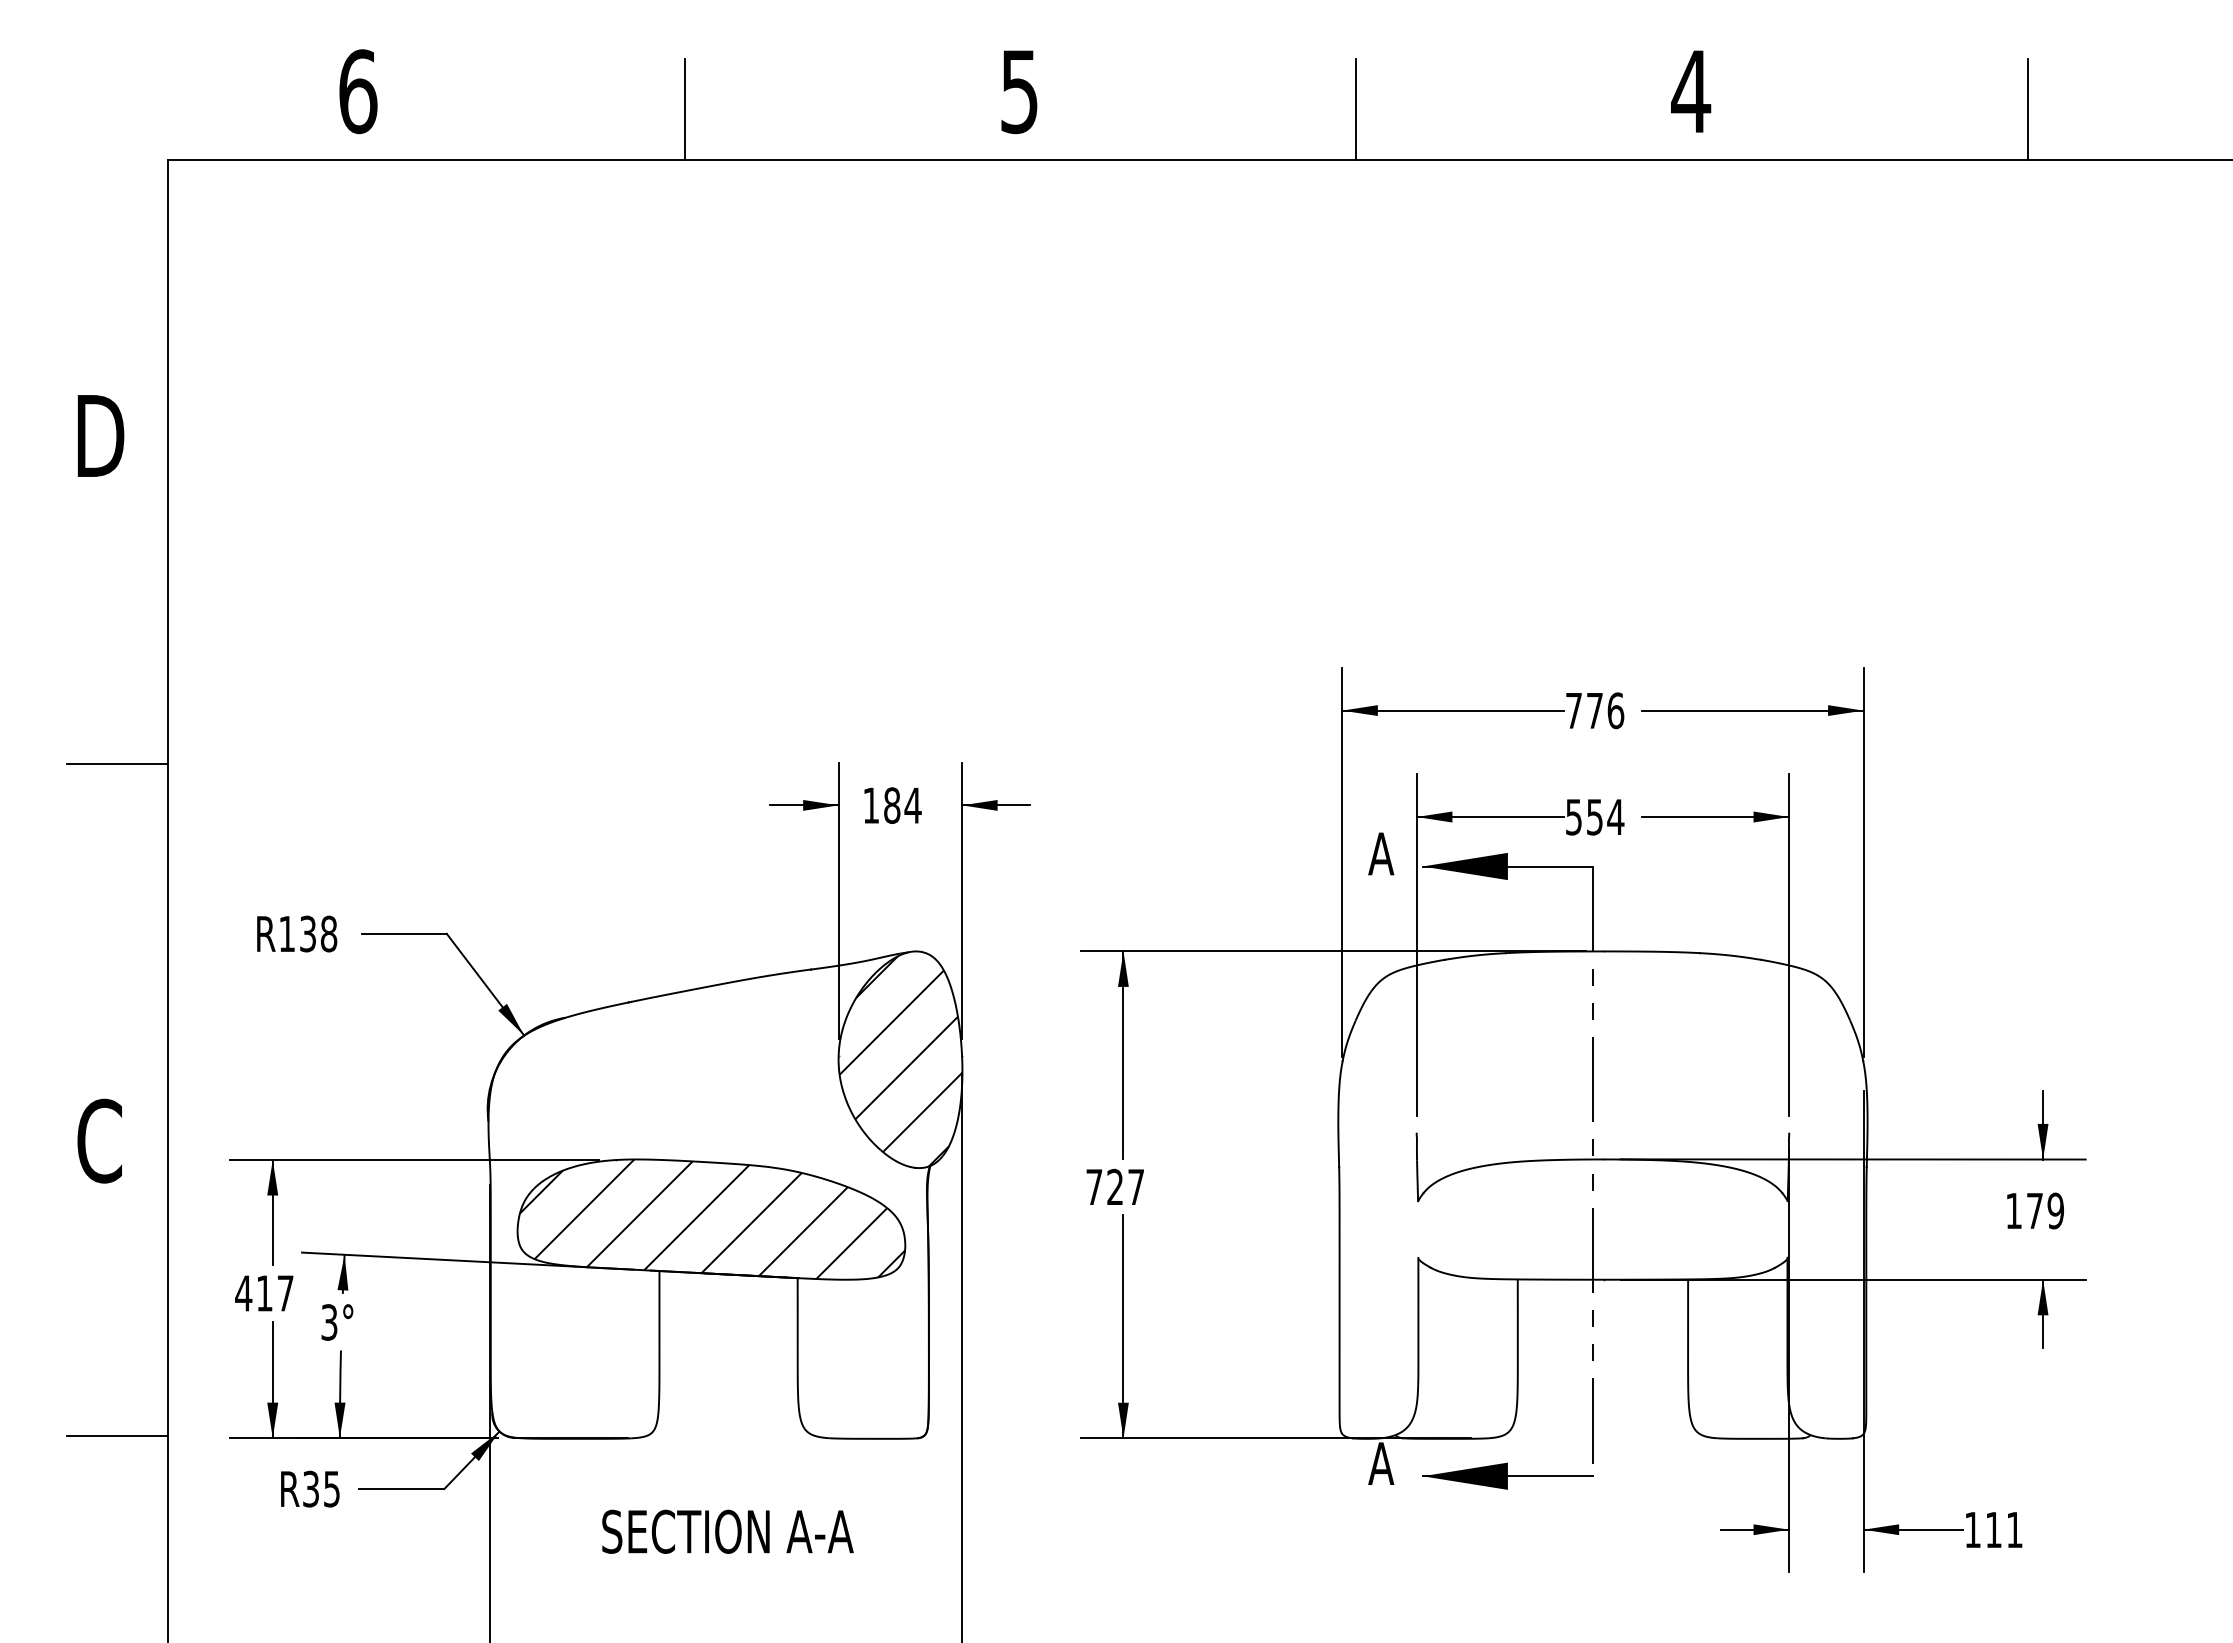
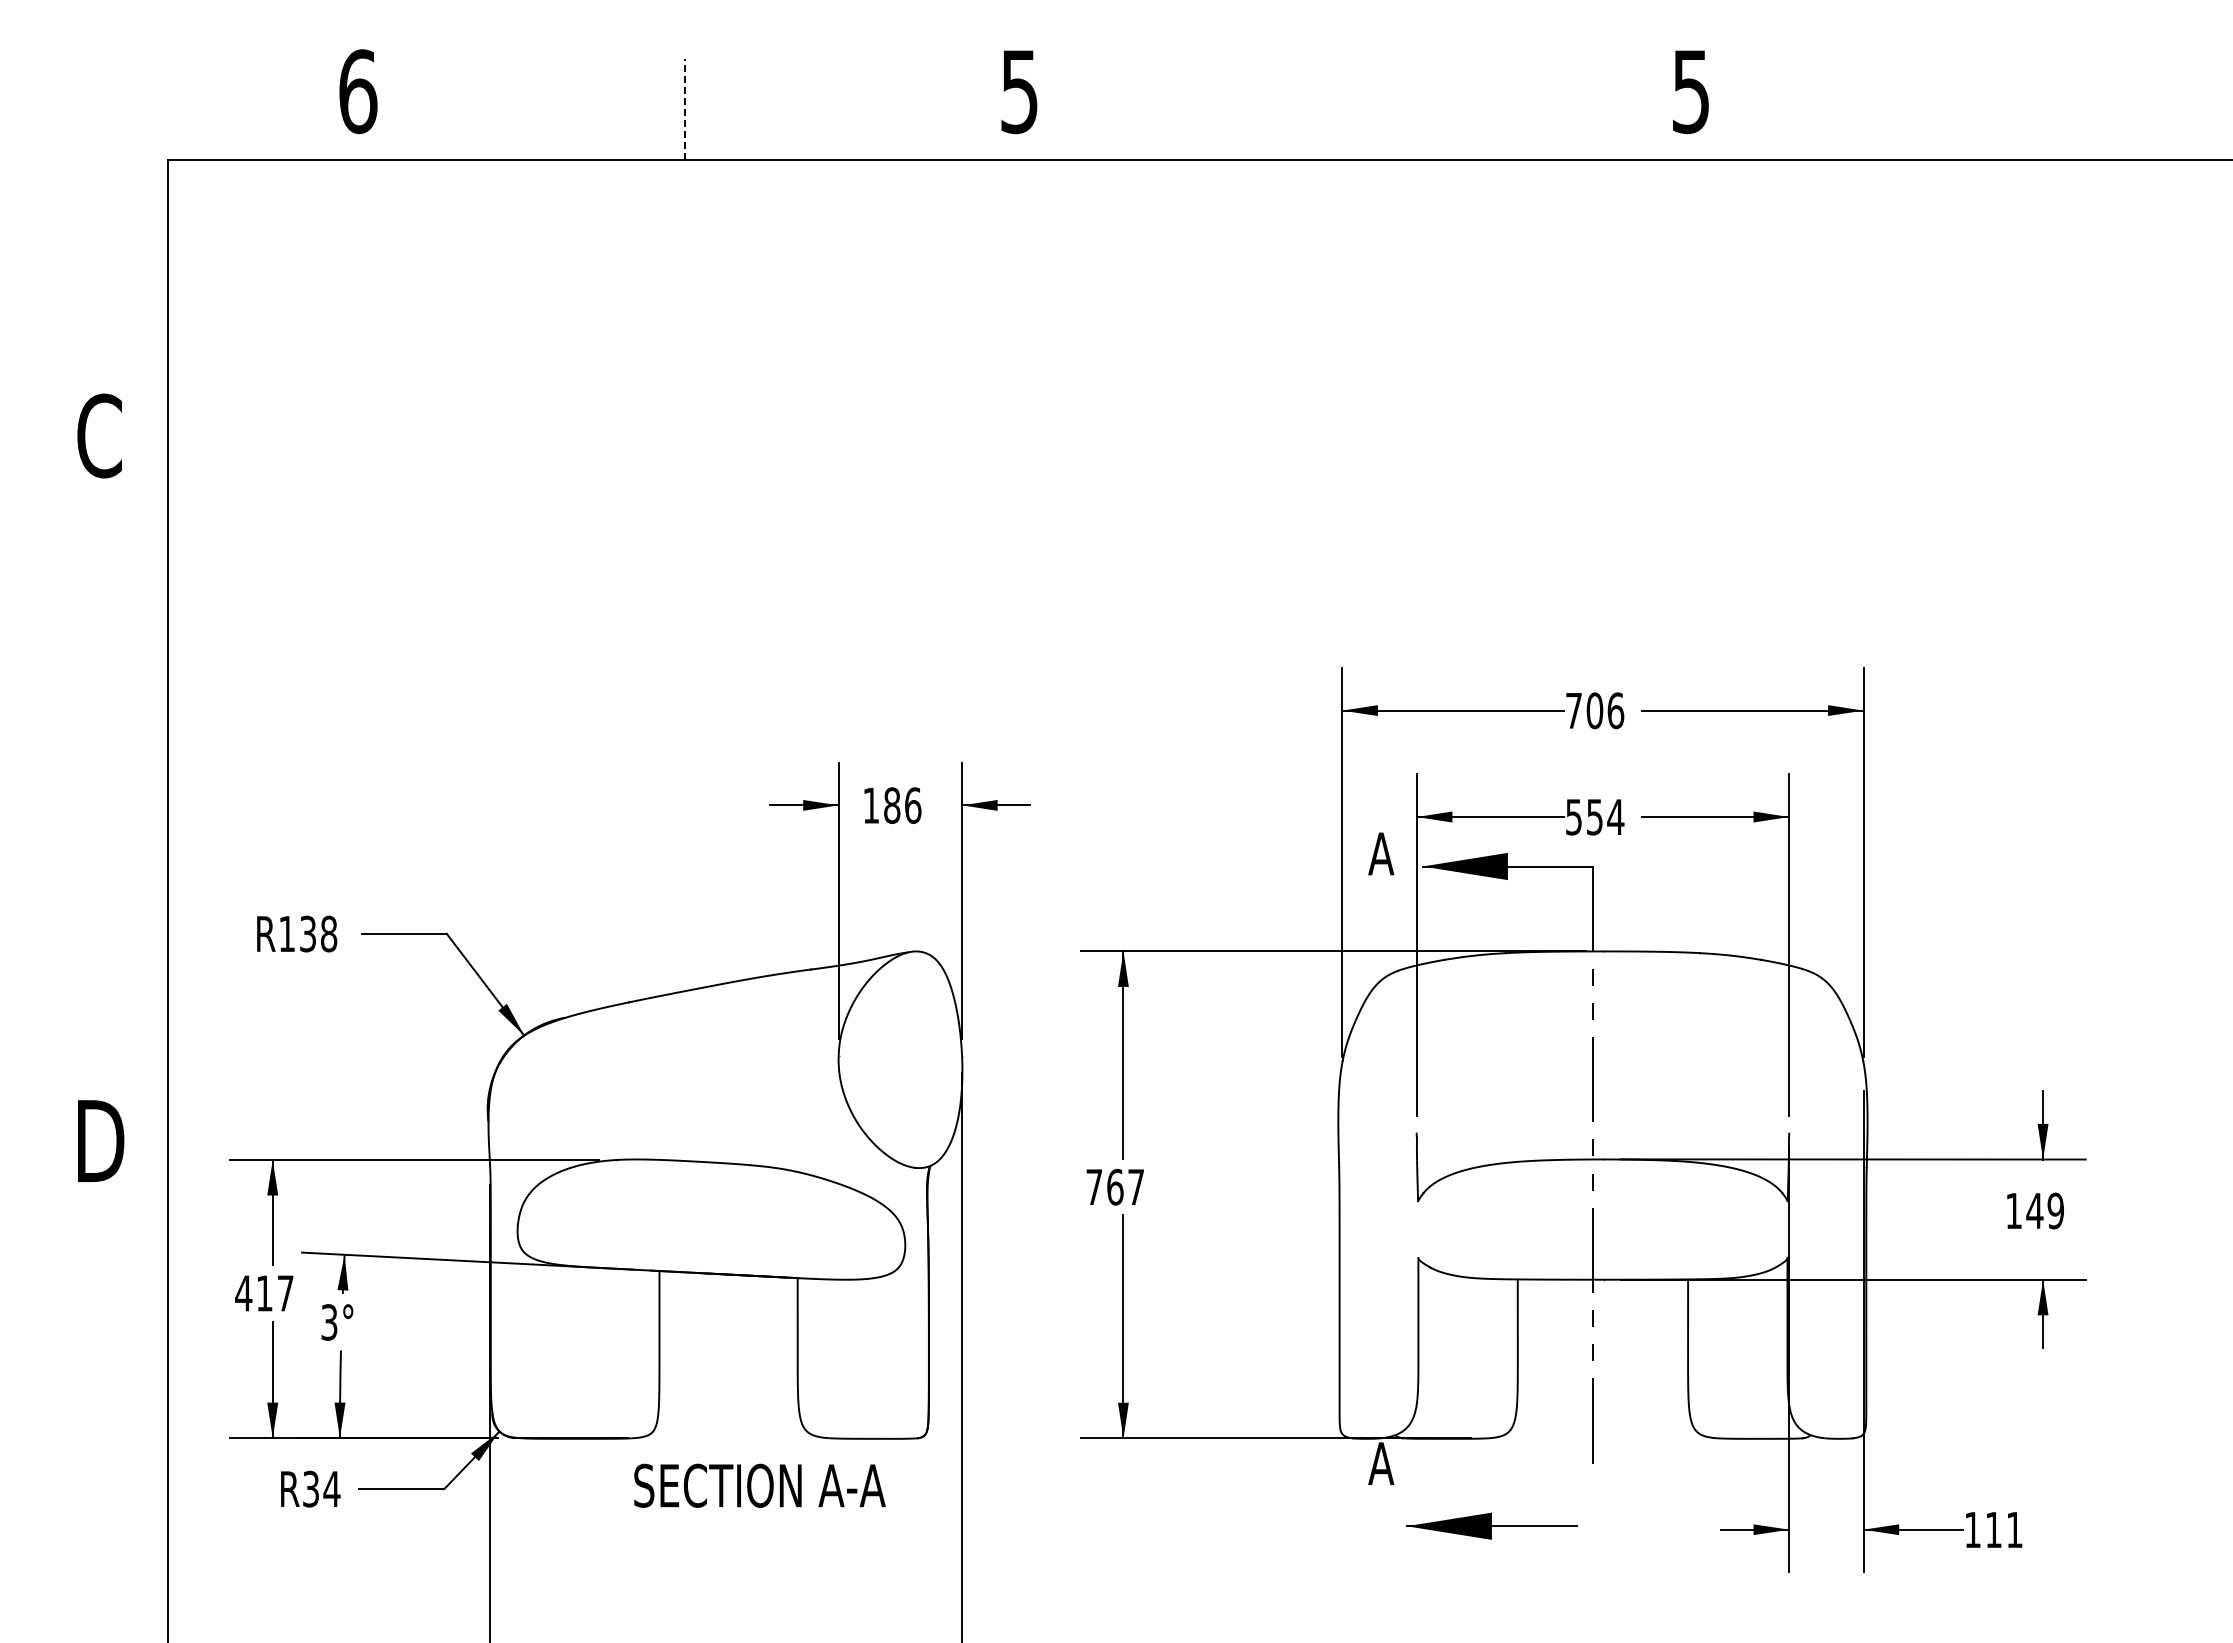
text at (1691, 92): 4 -> 5
line at (684, 108): solid -> dashed
line at (1356, 108): present -> none
line at (2027, 108): present -> none
text at (100, 435): D -> C
text at (1594, 710): 776 -> 706
line at (116, 764): present -> none
text at (912, 805): 184 -> 186
hatch at (900, 1061): present -> none
text at (100, 1140): C -> D
text at (1115, 1186): 727 -> 767
text at (2034, 1210): 179 -> 149
hatch at (712, 1219): present -> none
line at (116, 1435): present -> none
part at (1507, 1475) position: (1507, 1475) -> (1491, 1525)
text at (331, 1489): R35 -> R34
text at (727, 1531) position: (727, 1531) -> (759, 1485)
